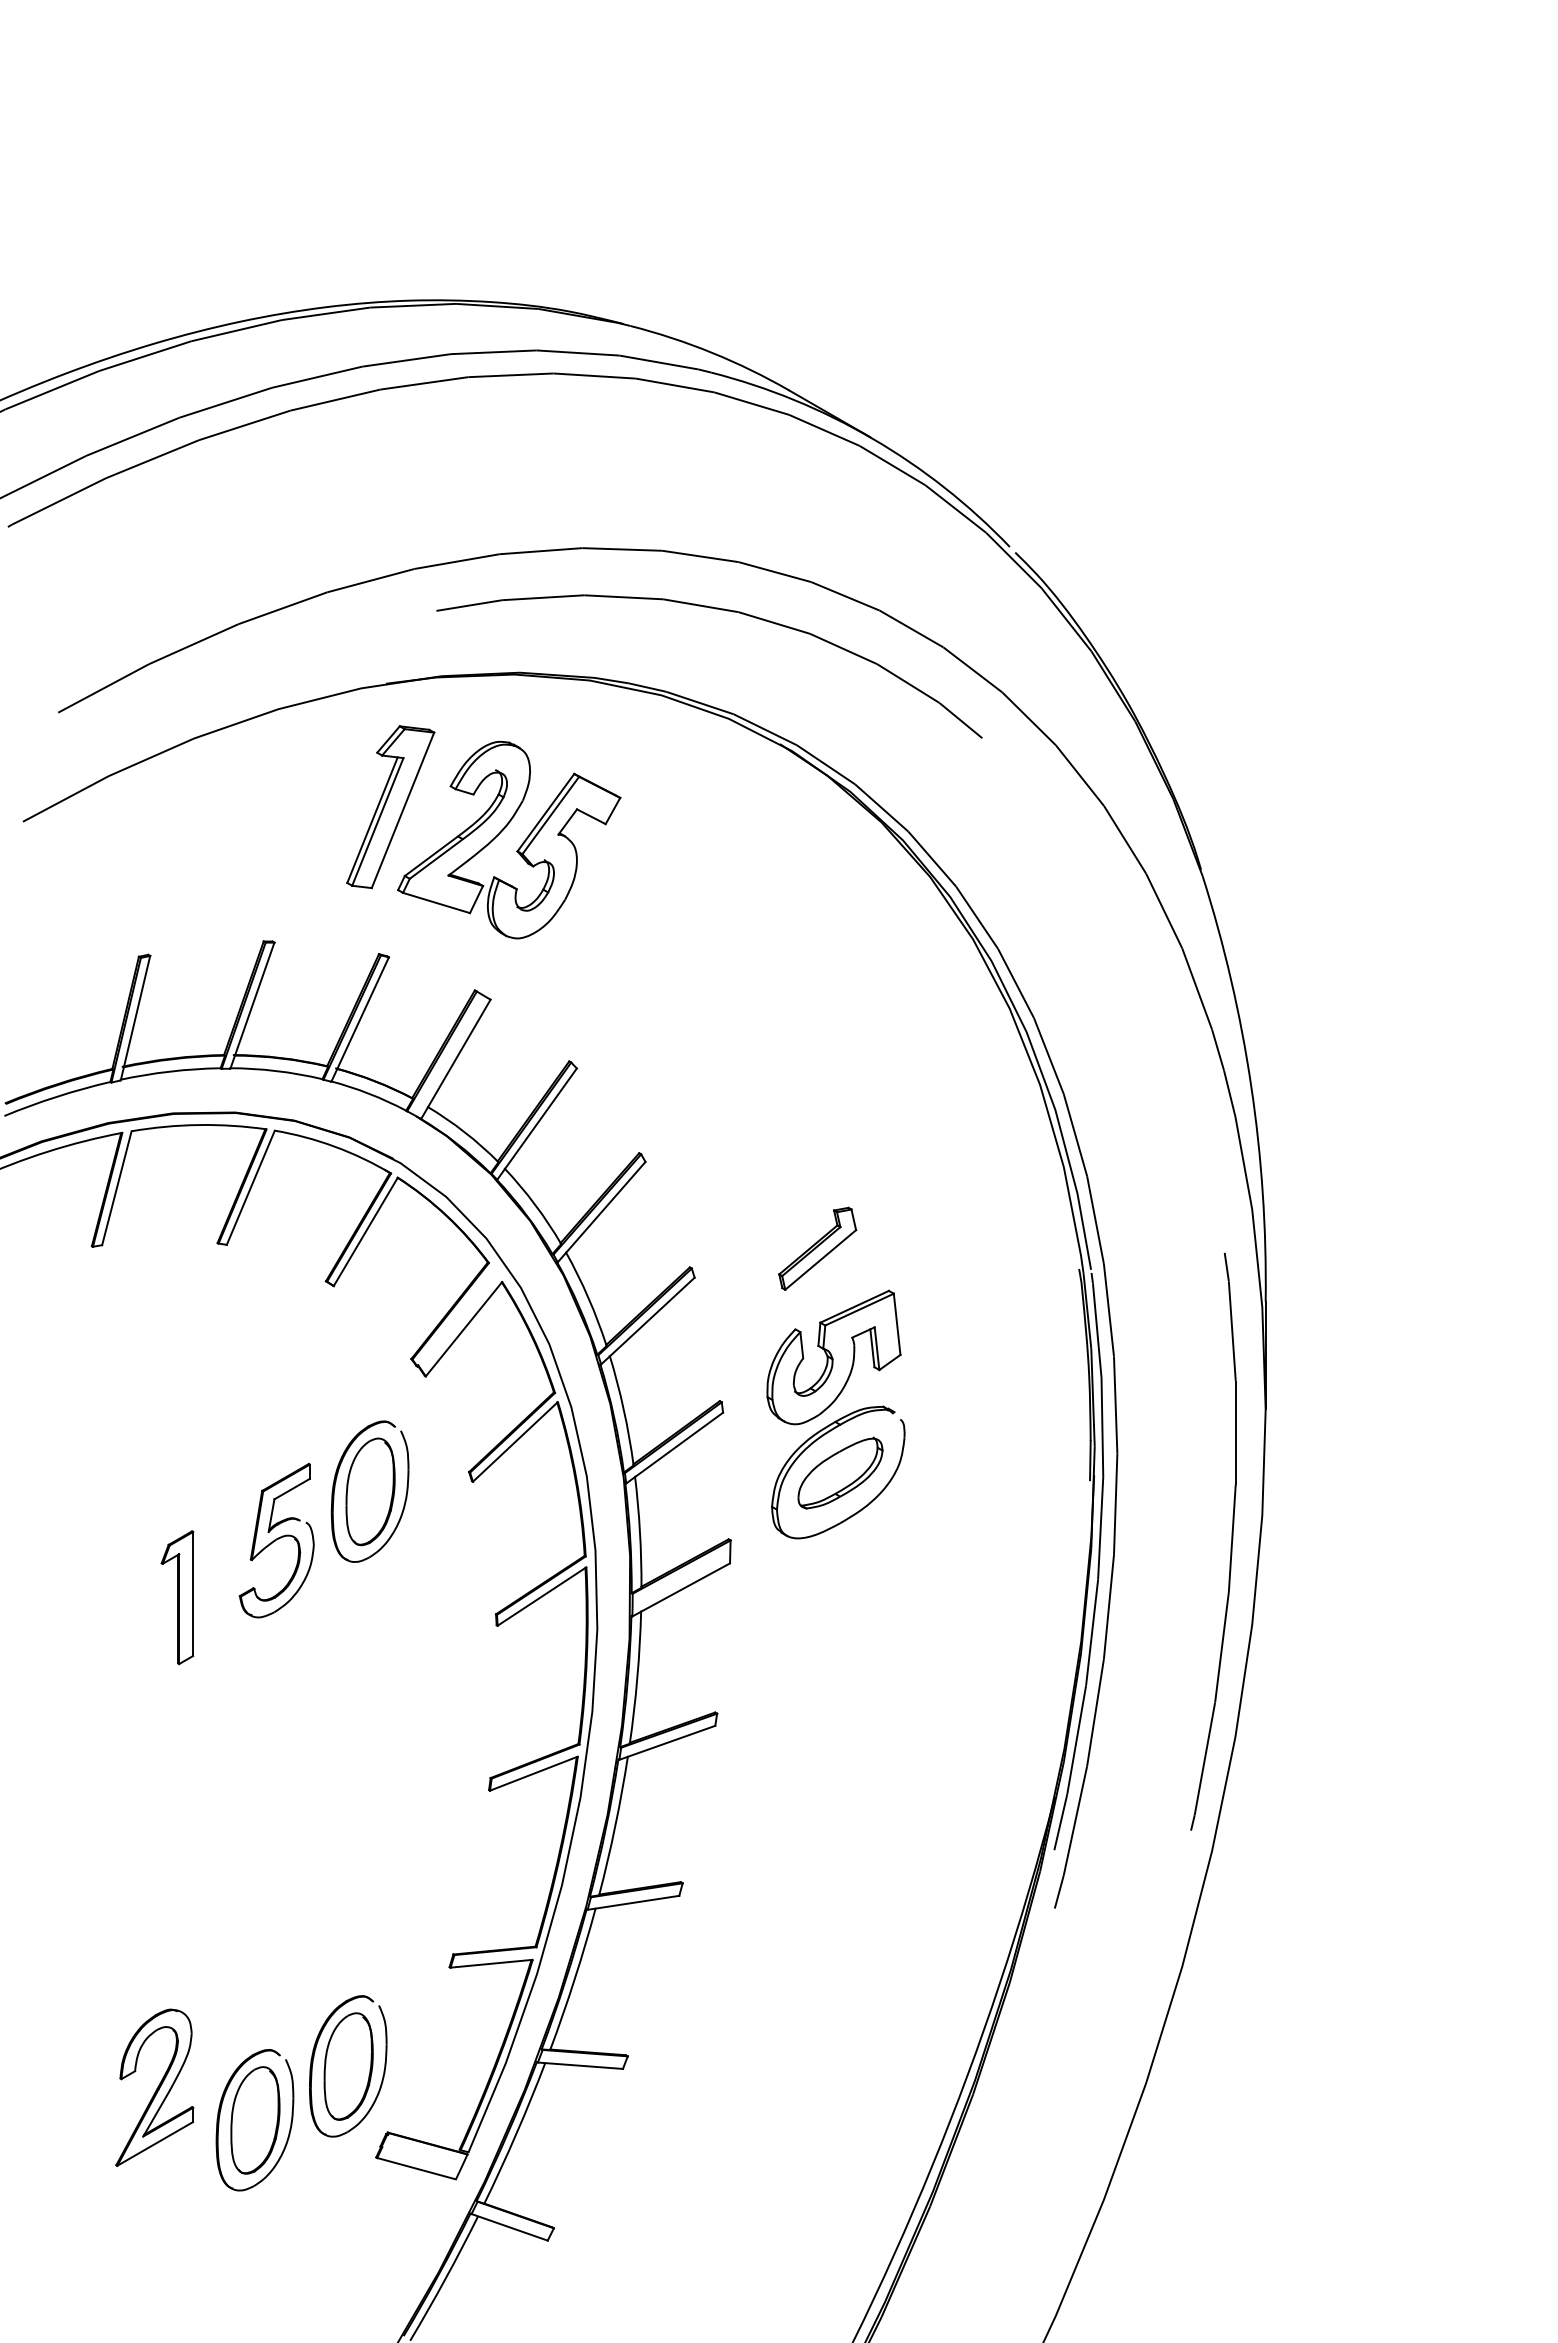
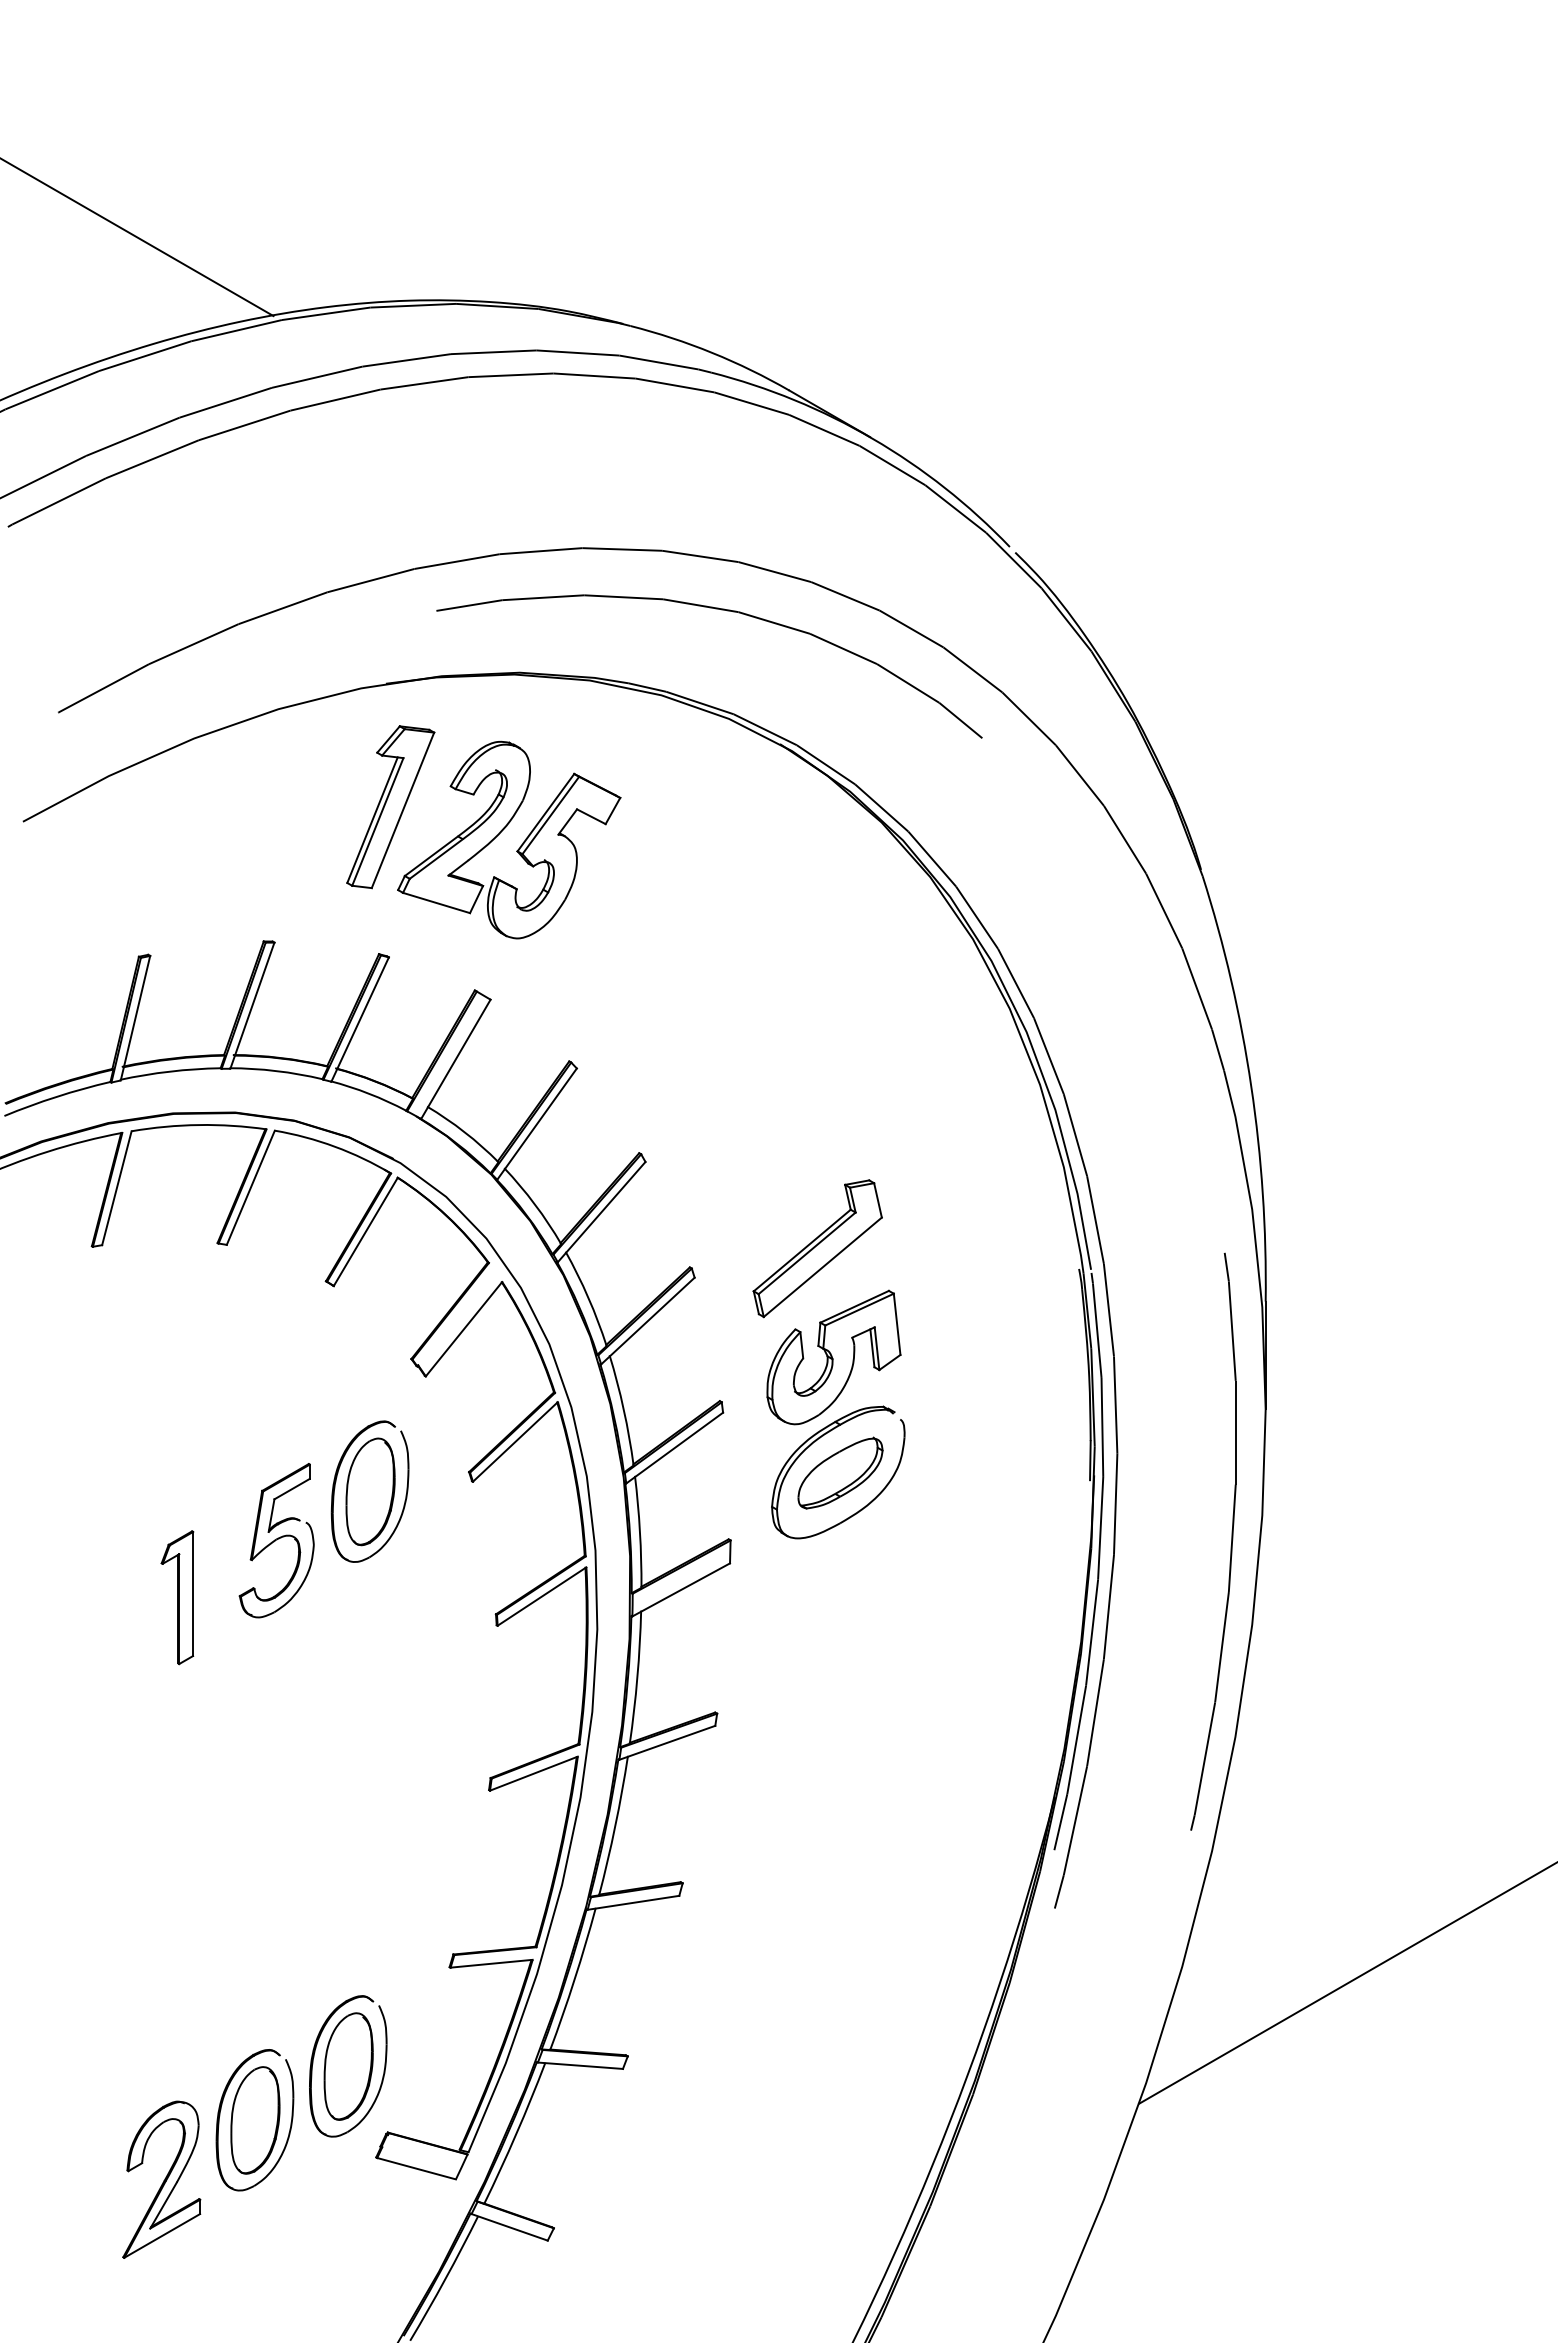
line at (137, 237): none -> present
part at (817, 1248) size: 80x85 px -> 131x140 px
line at (1346, 1983): none -> present
part at (154, 2087) position: (154, 2087) -> (161, 2179)
